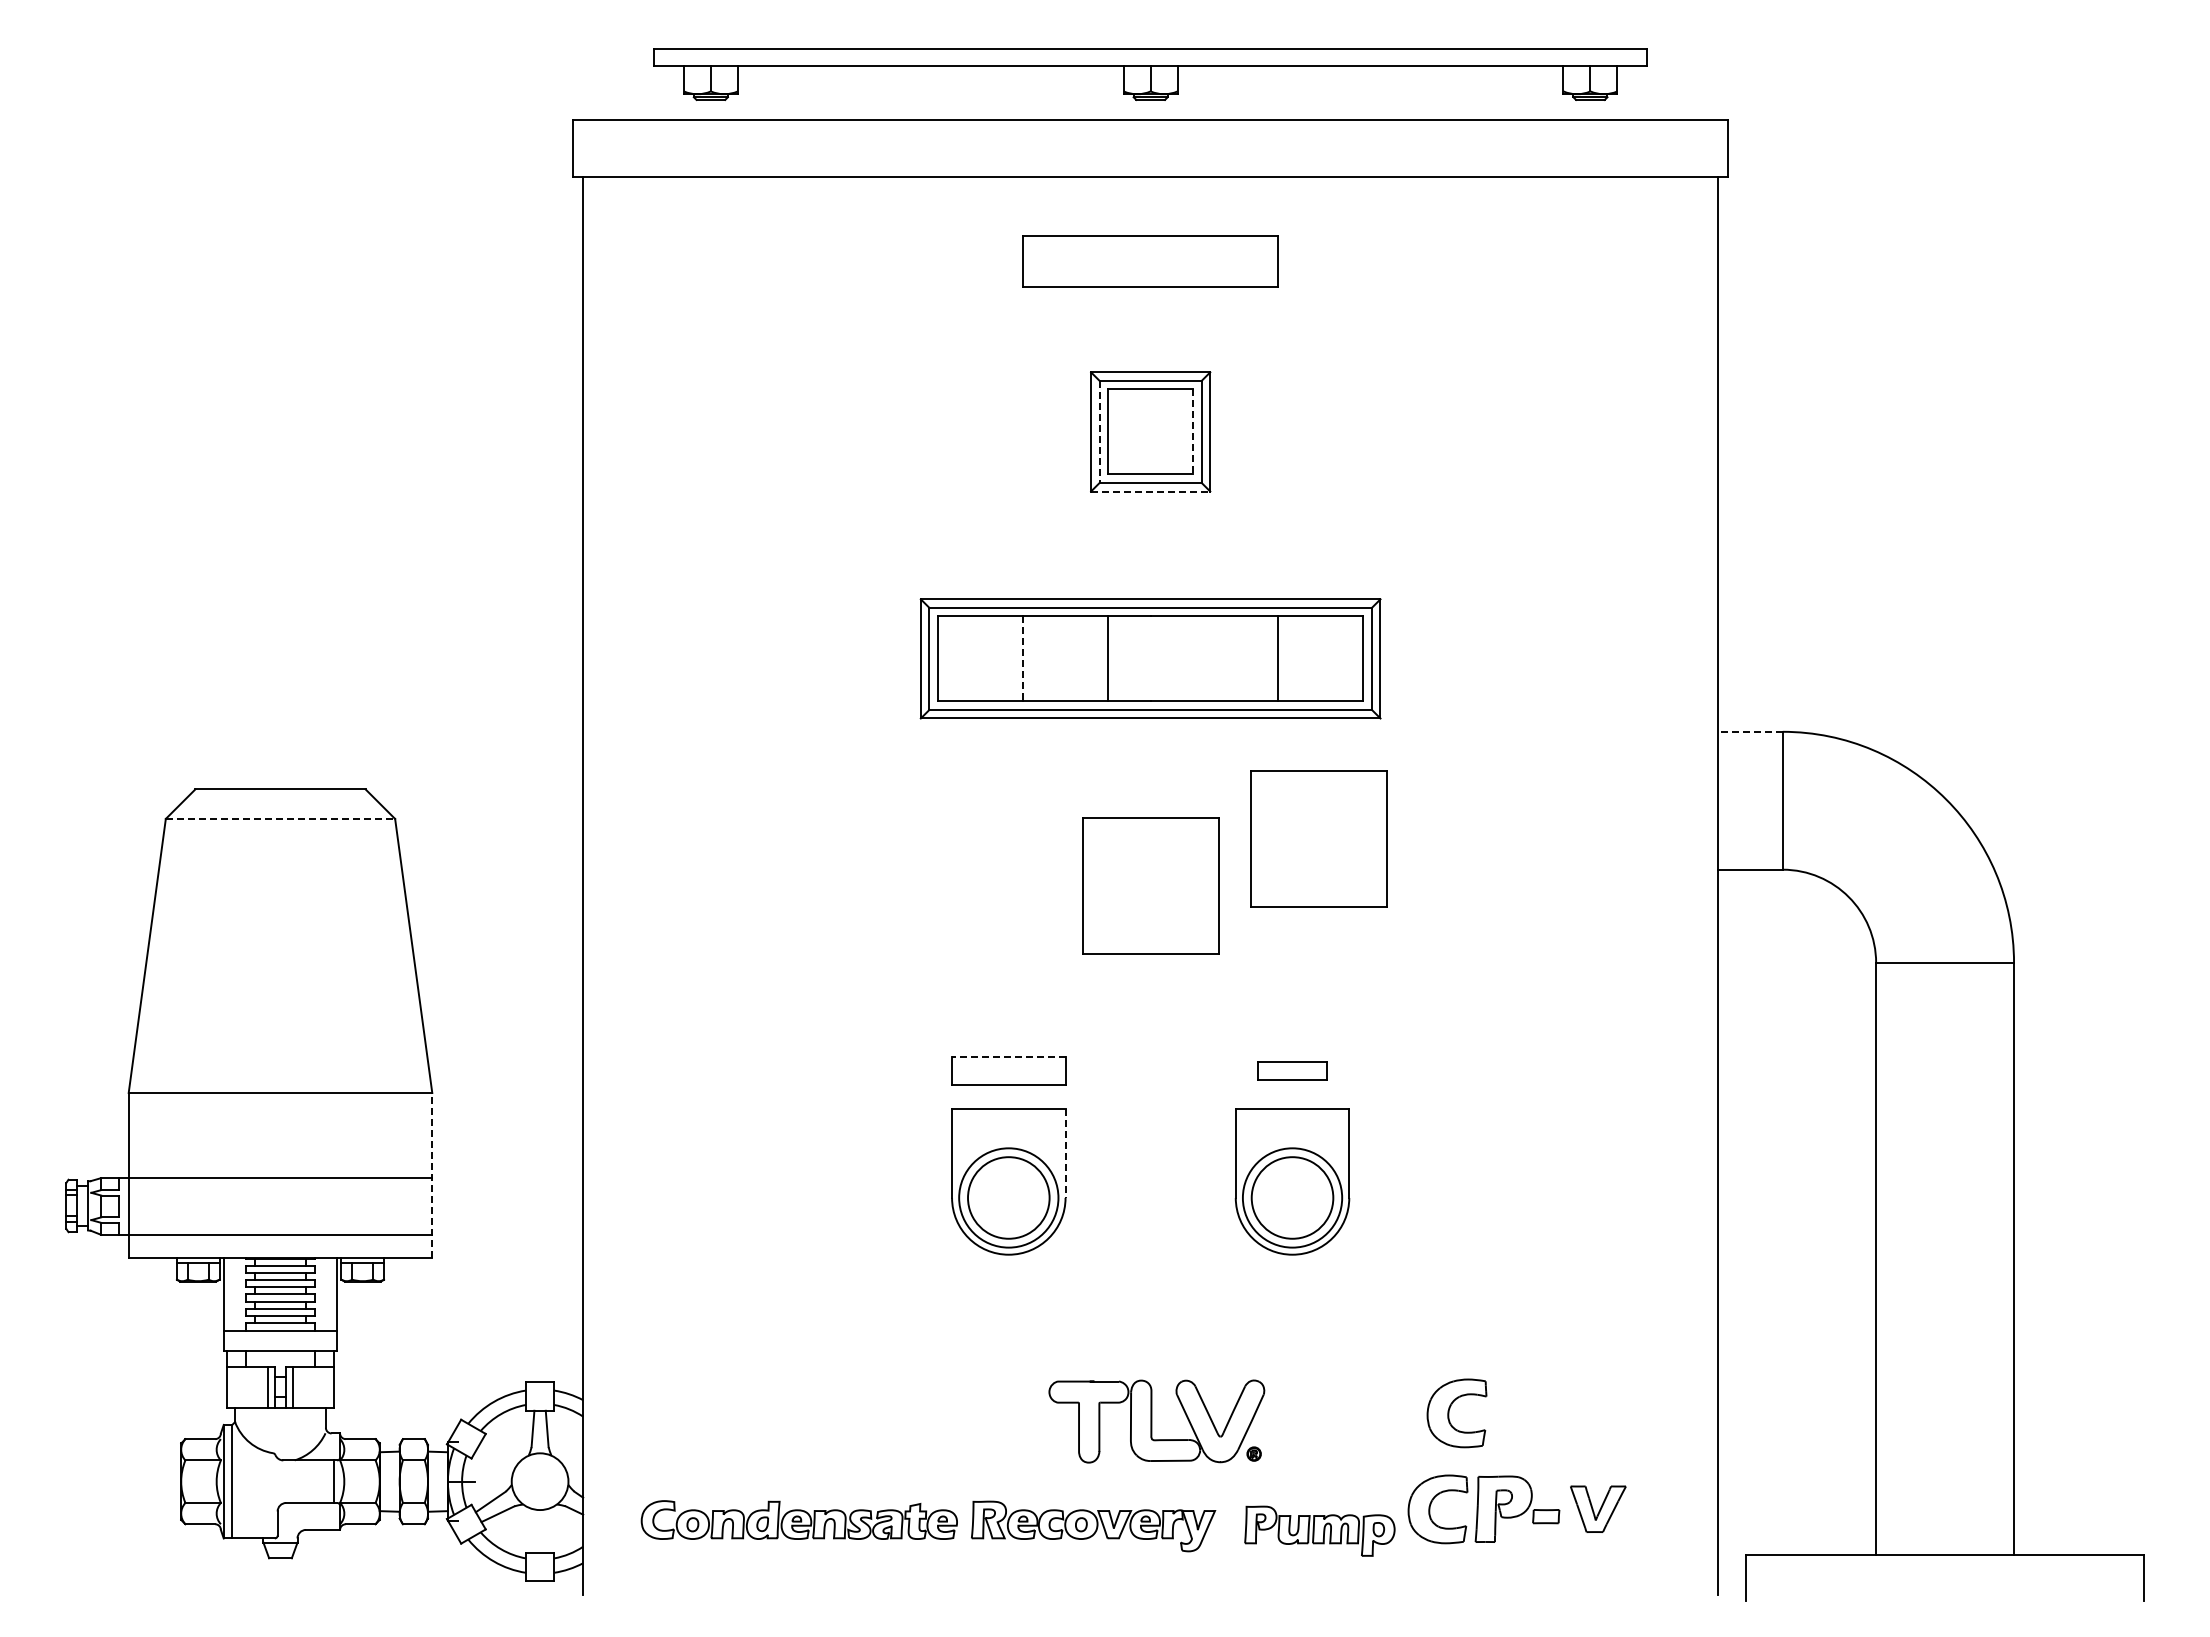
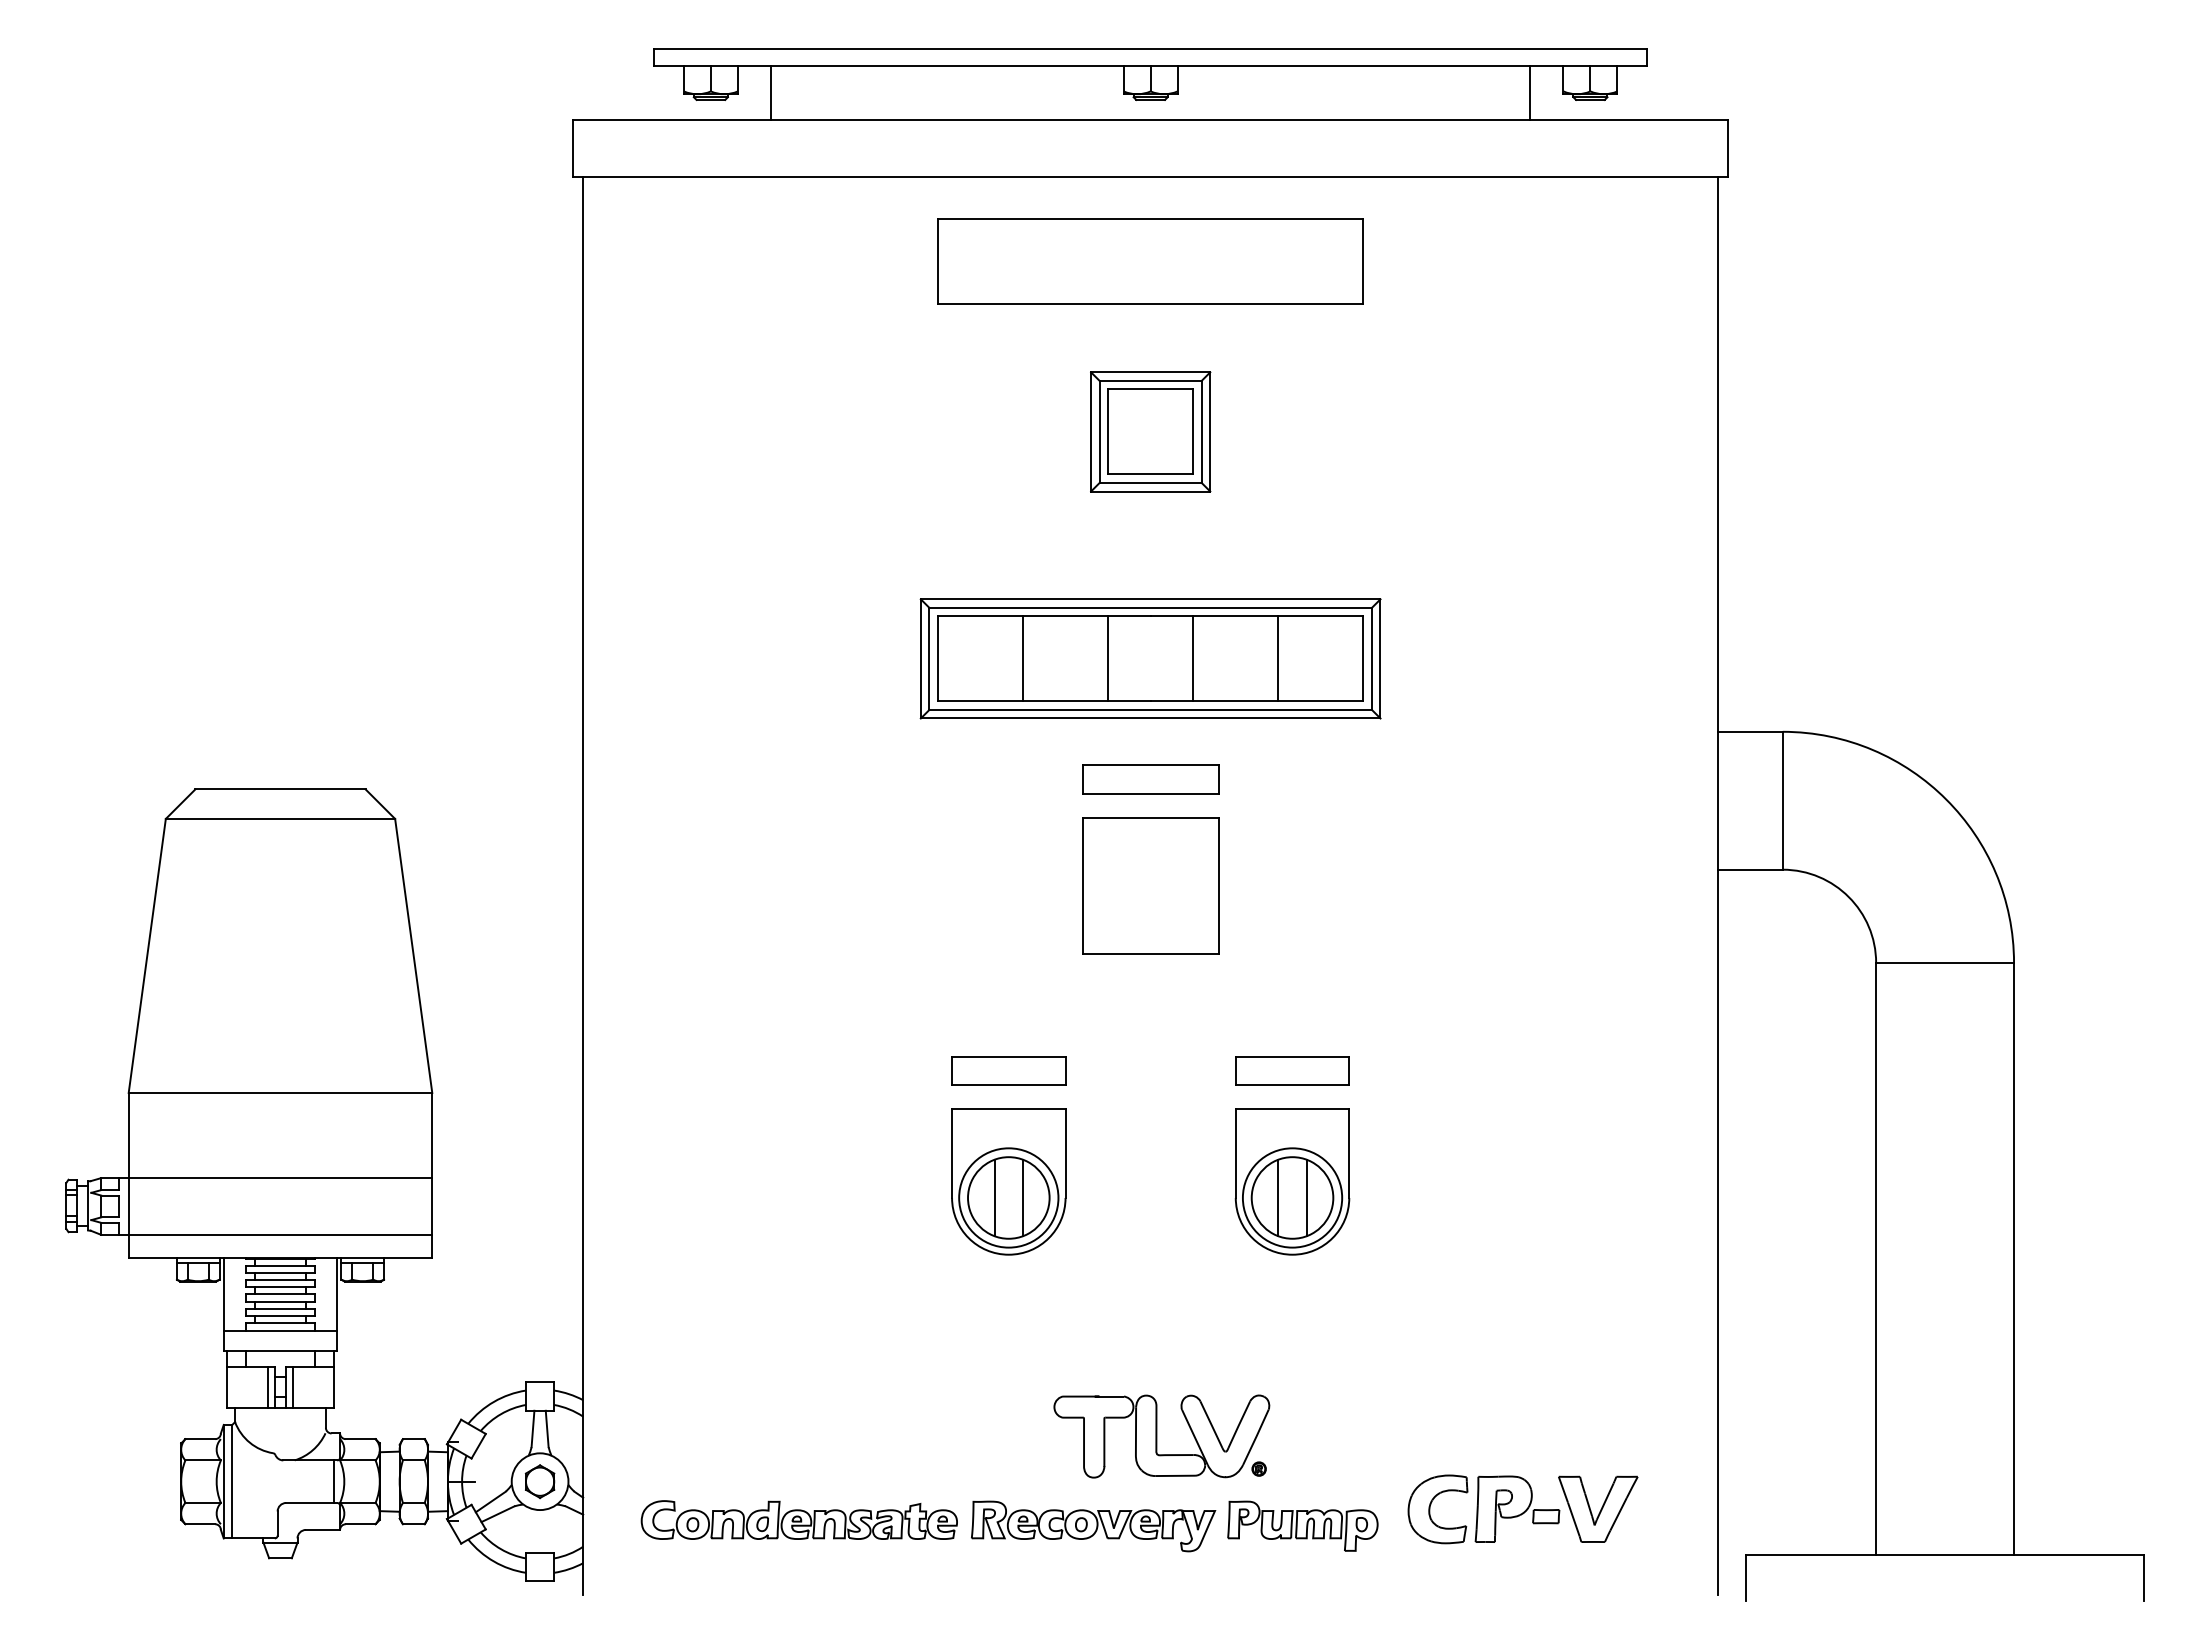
line at (771, 92): none -> present
line at (1530, 92): none -> present
part at (1150, 261) size: 257x53 px -> 427x87 px
line at (1193, 431): dashed -> solid
line at (1099, 432): dashed -> solid
line at (1150, 491): dashed -> solid
line at (1022, 658): dashed -> solid
line at (1193, 658): none -> present
line at (1749, 731): dashed -> solid
part at (1150, 779): none -> present
line at (280, 818): dashed -> solid
part at (1318, 838): present -> none
line at (1008, 1056): dashed -> solid
part at (1292, 1070) size: 71x20 px -> 115x30 px
line at (1065, 1154): dashed -> solid
line at (432, 1174): dashed -> solid
line at (994, 1197): none -> present
line at (1022, 1197): none -> present
line at (1278, 1197): none -> present
line at (1306, 1197): none -> present
part at (1449, 1413): present -> none
part at (1156, 1421) position: (1156, 1421) -> (1161, 1436)
part at (539, 1481): none -> present
part at (1598, 1508) size: 57x48 px -> 81x68 px
part at (1319, 1530) position: (1319, 1530) -> (1302, 1525)
